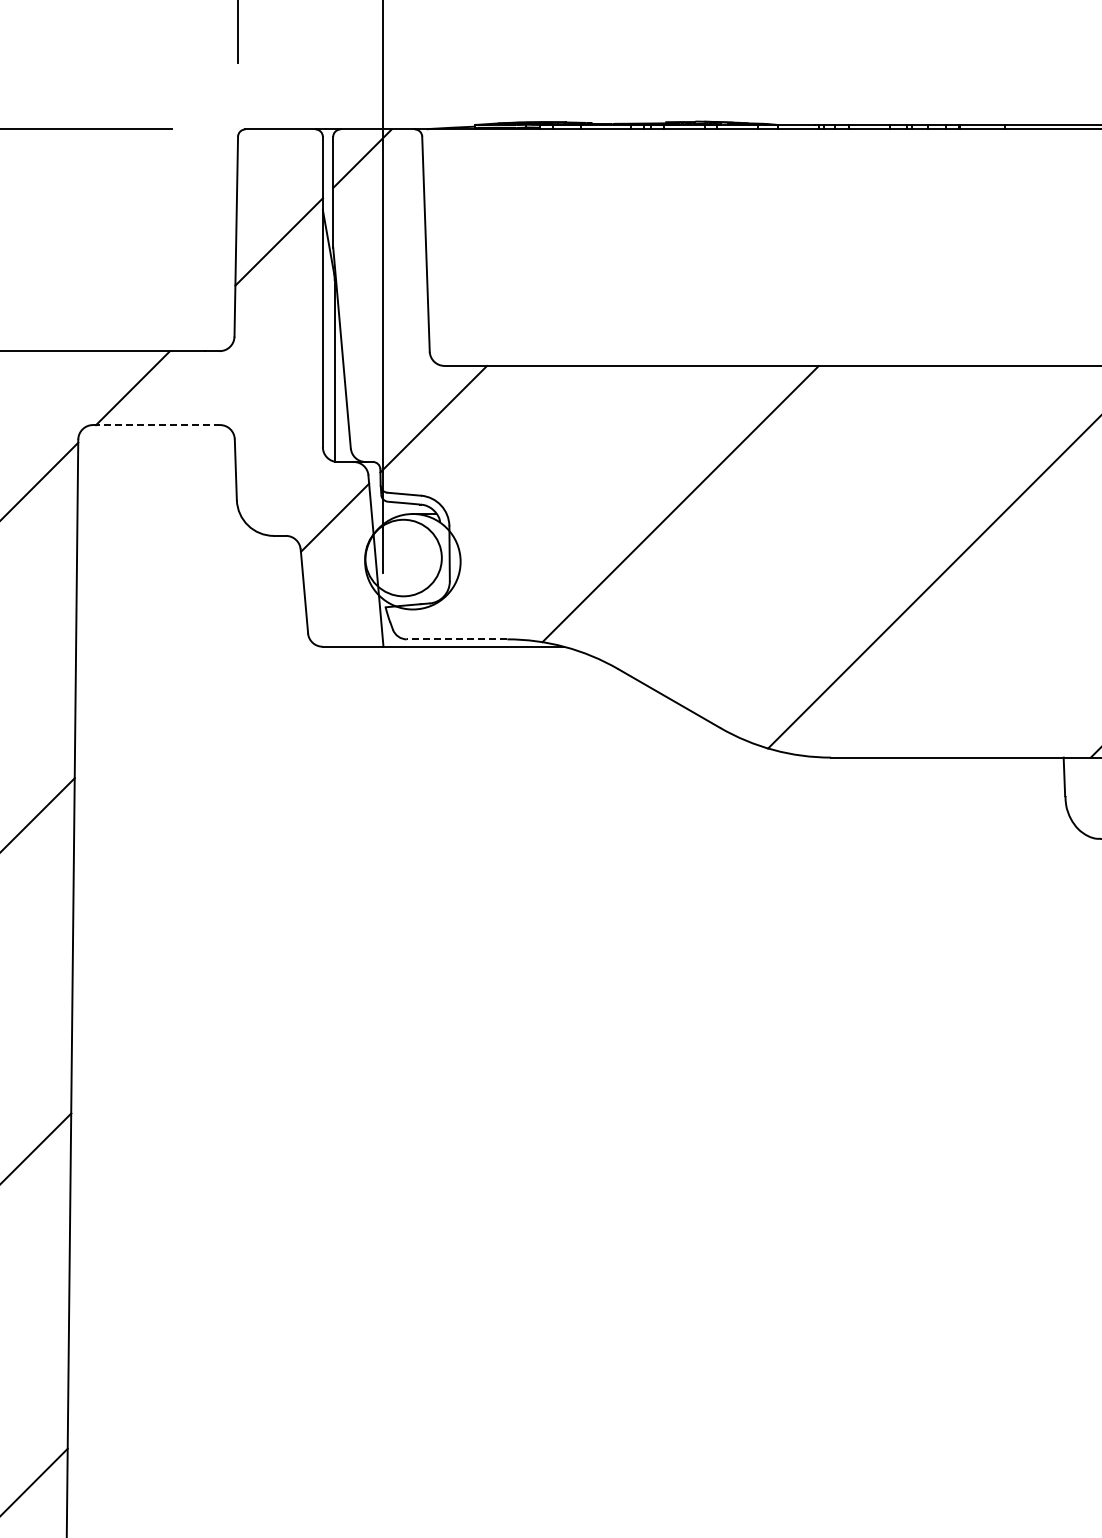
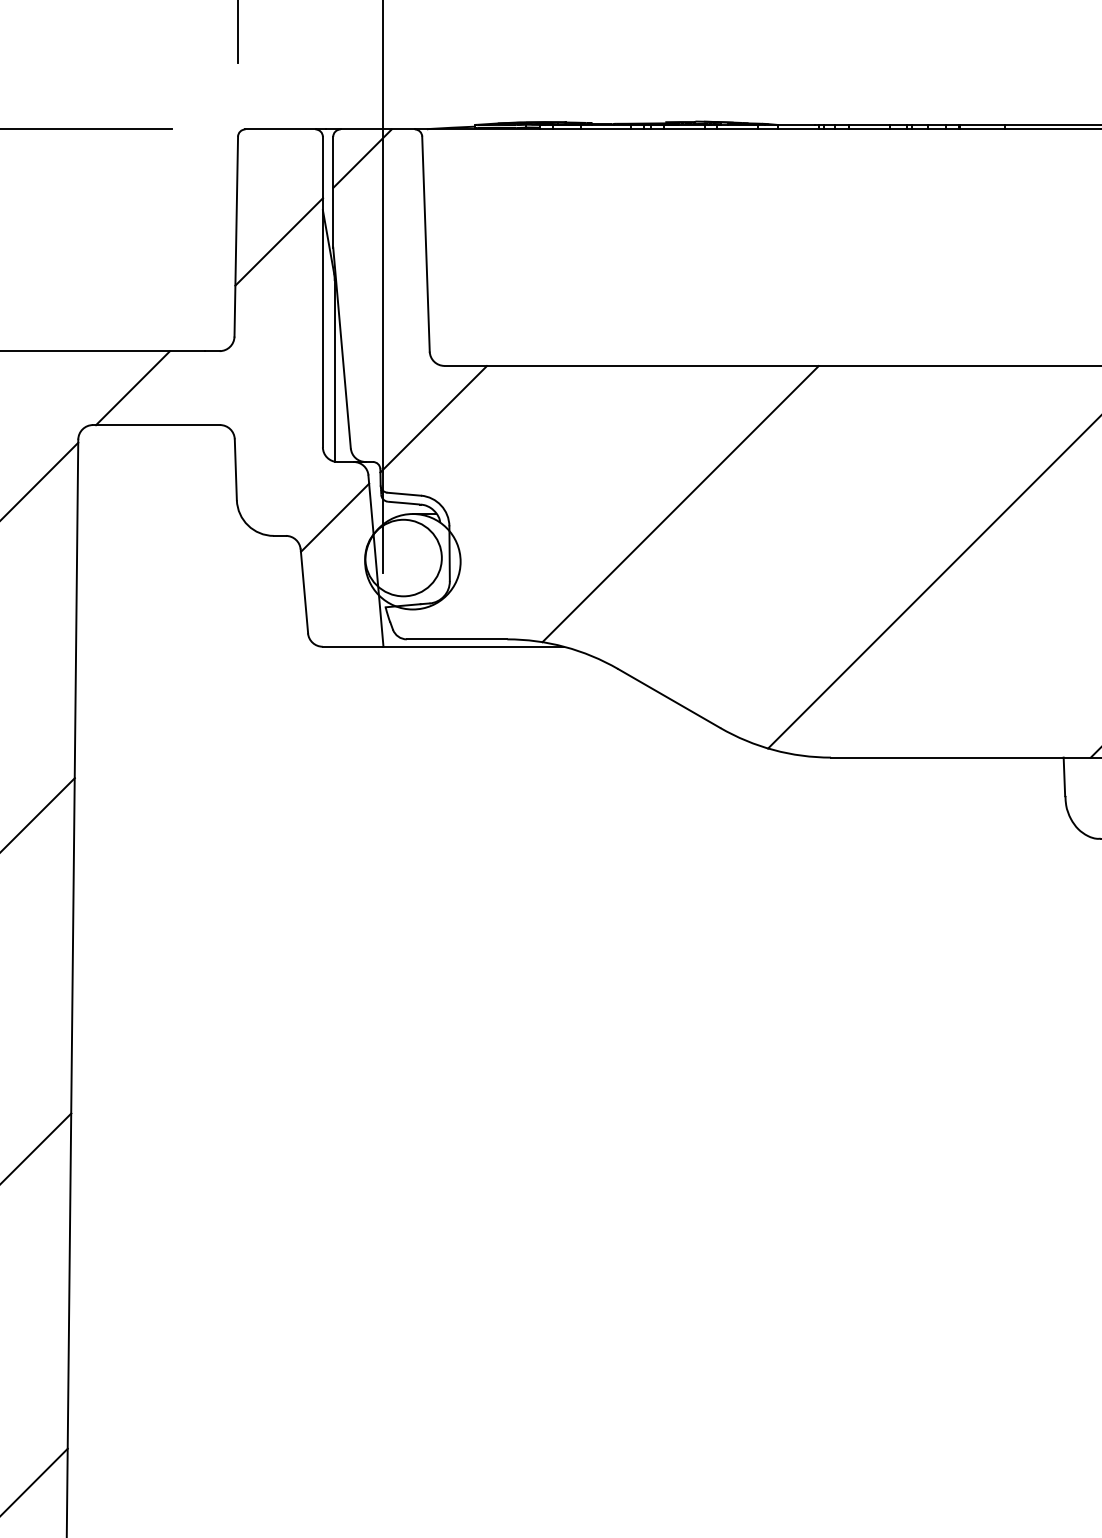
line at (157, 425): dashed -> solid
line at (456, 639): dashed -> solid
